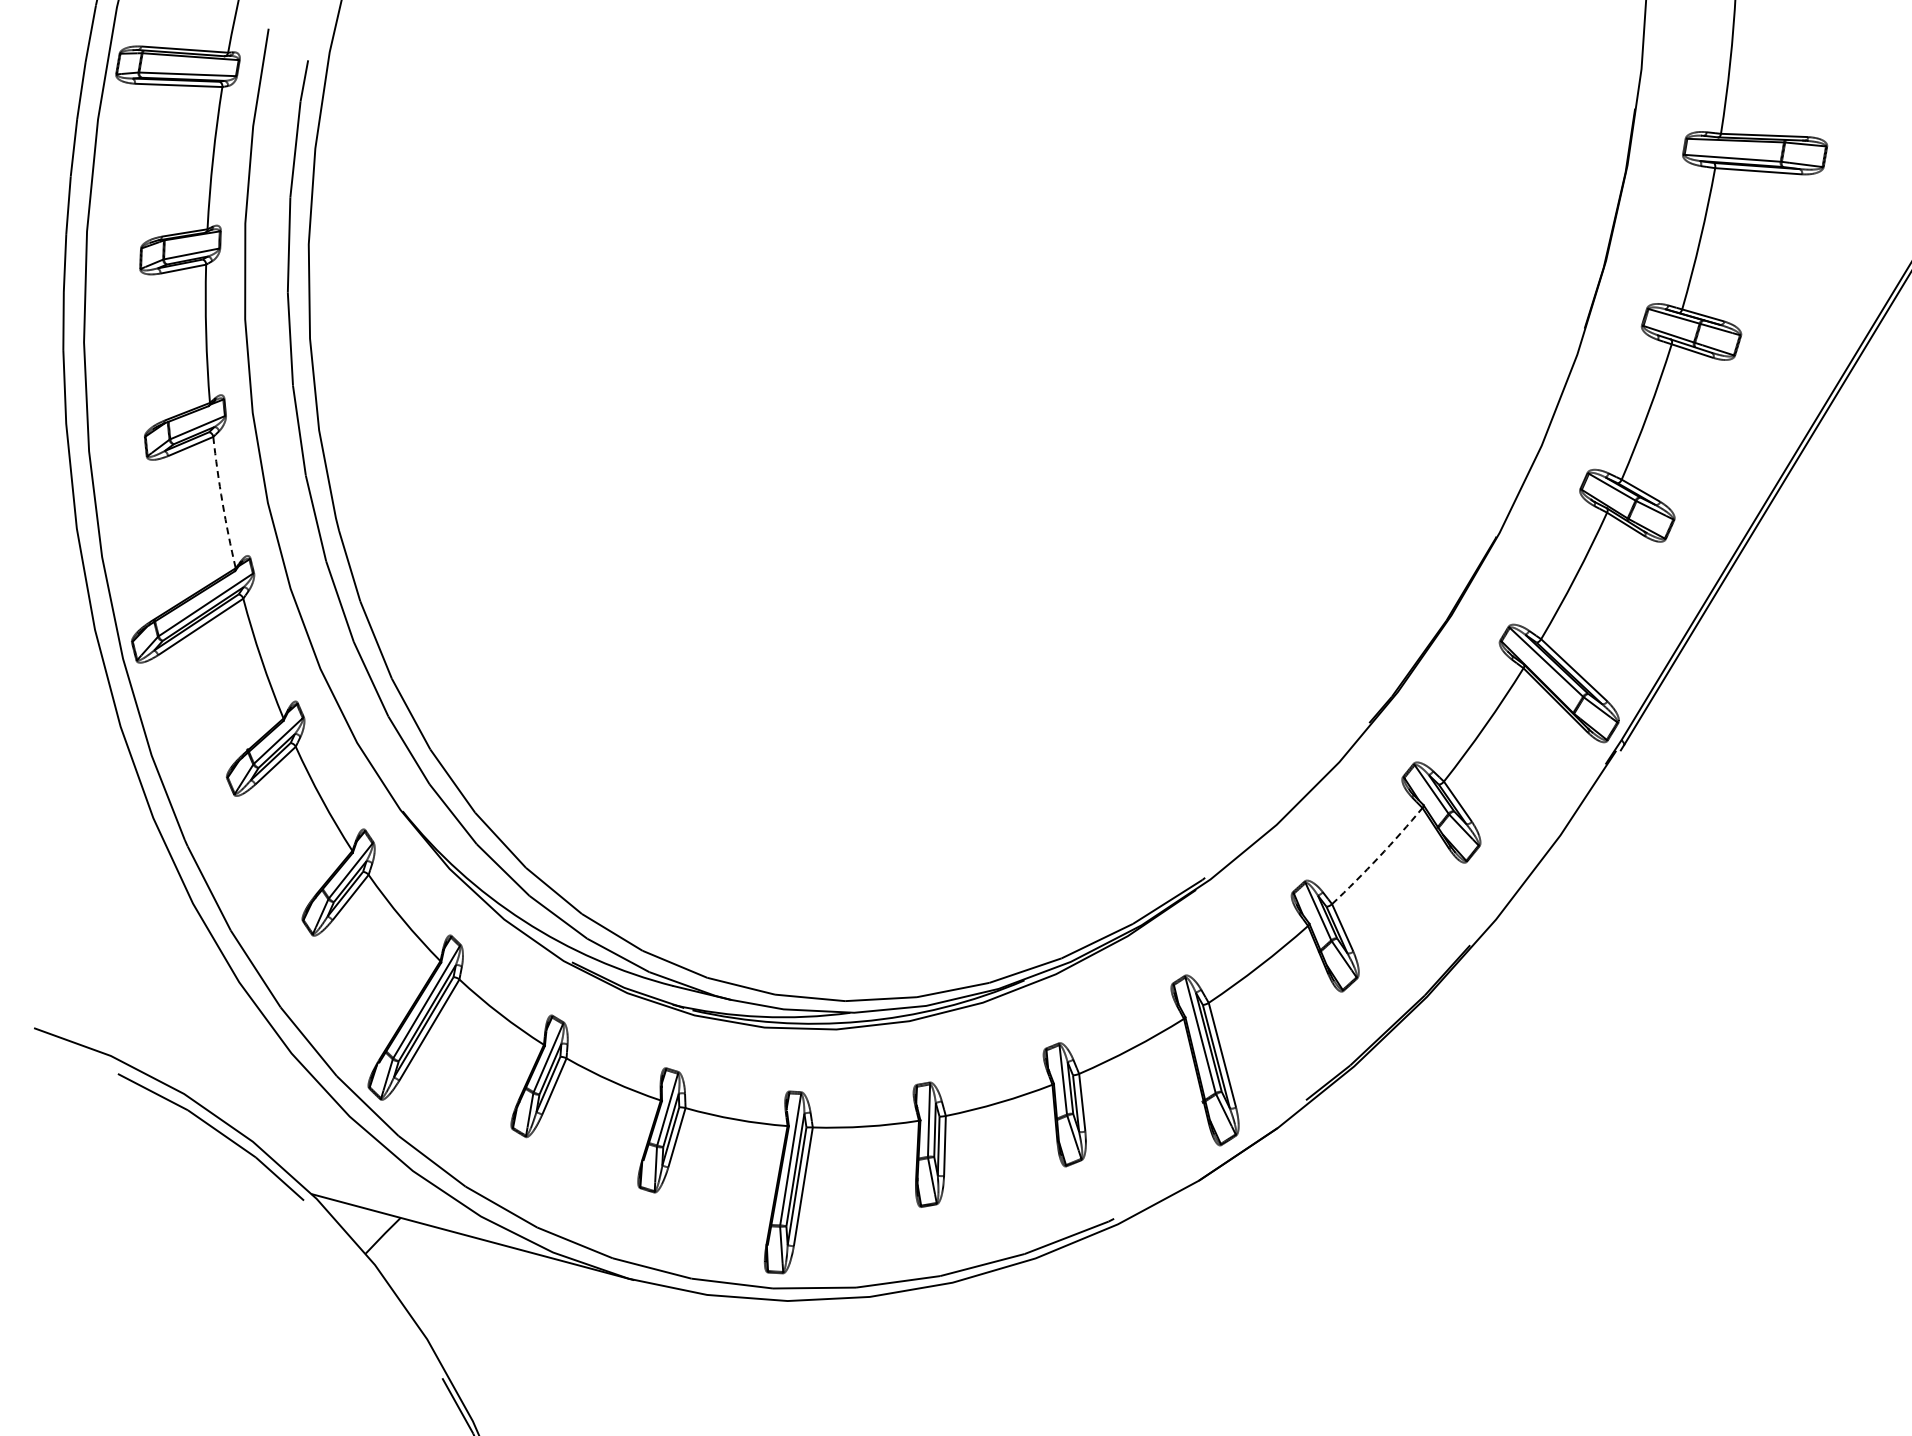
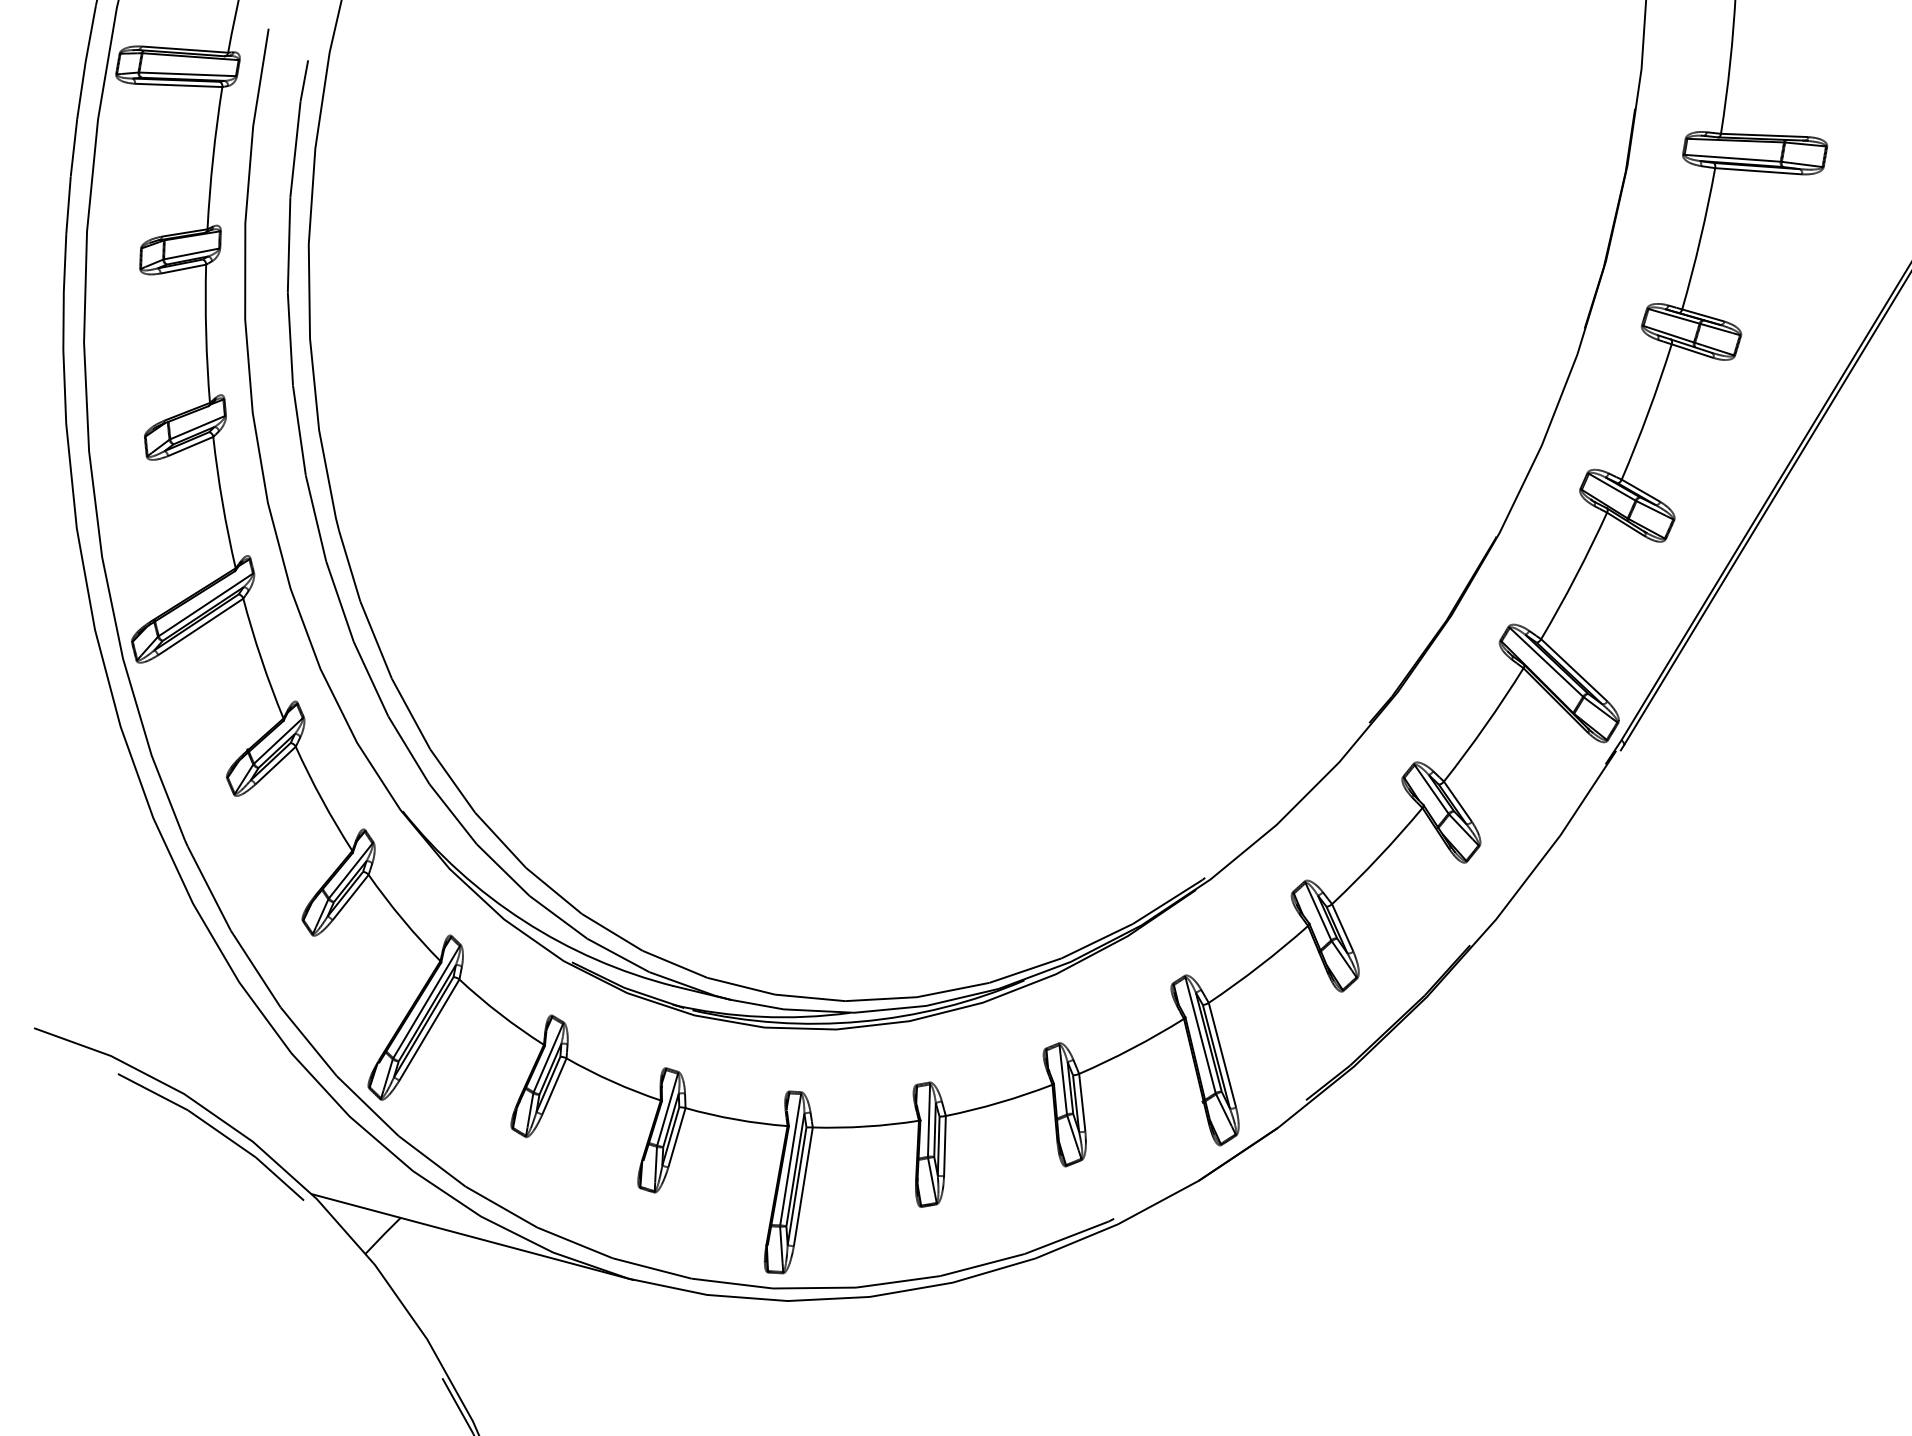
arc at (222, 502): dashed -> solid
arc at (1378, 857): dashed -> solid
